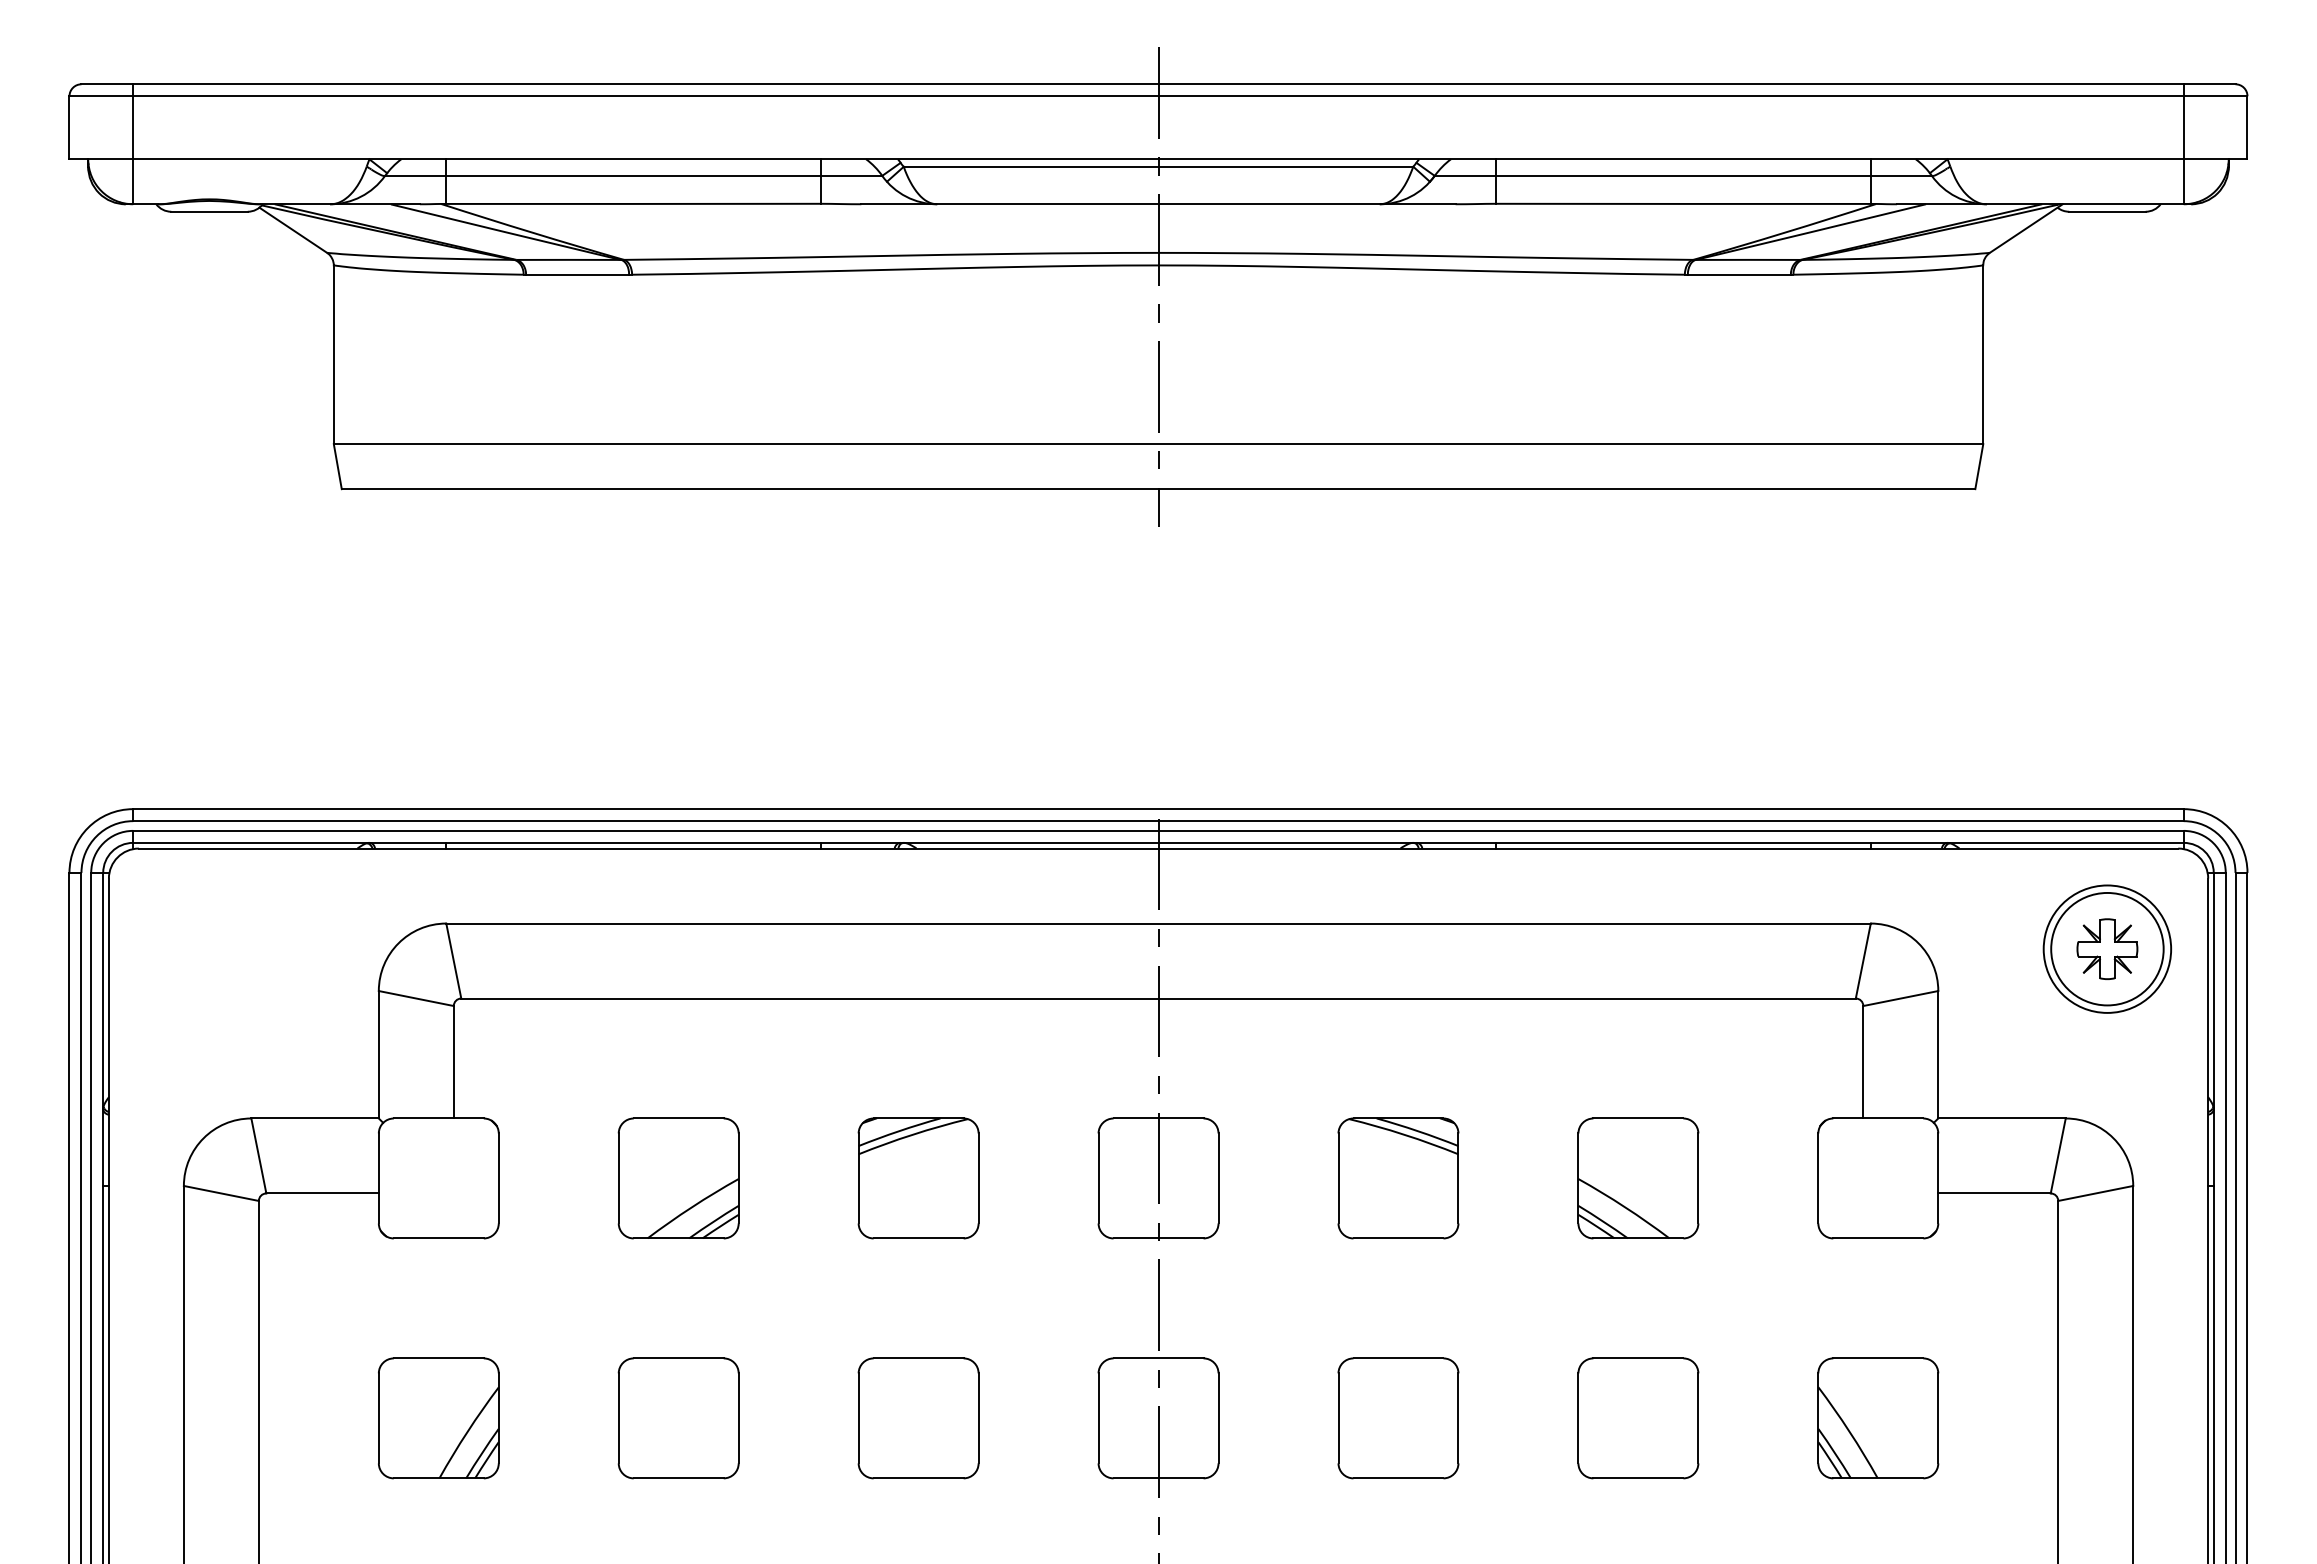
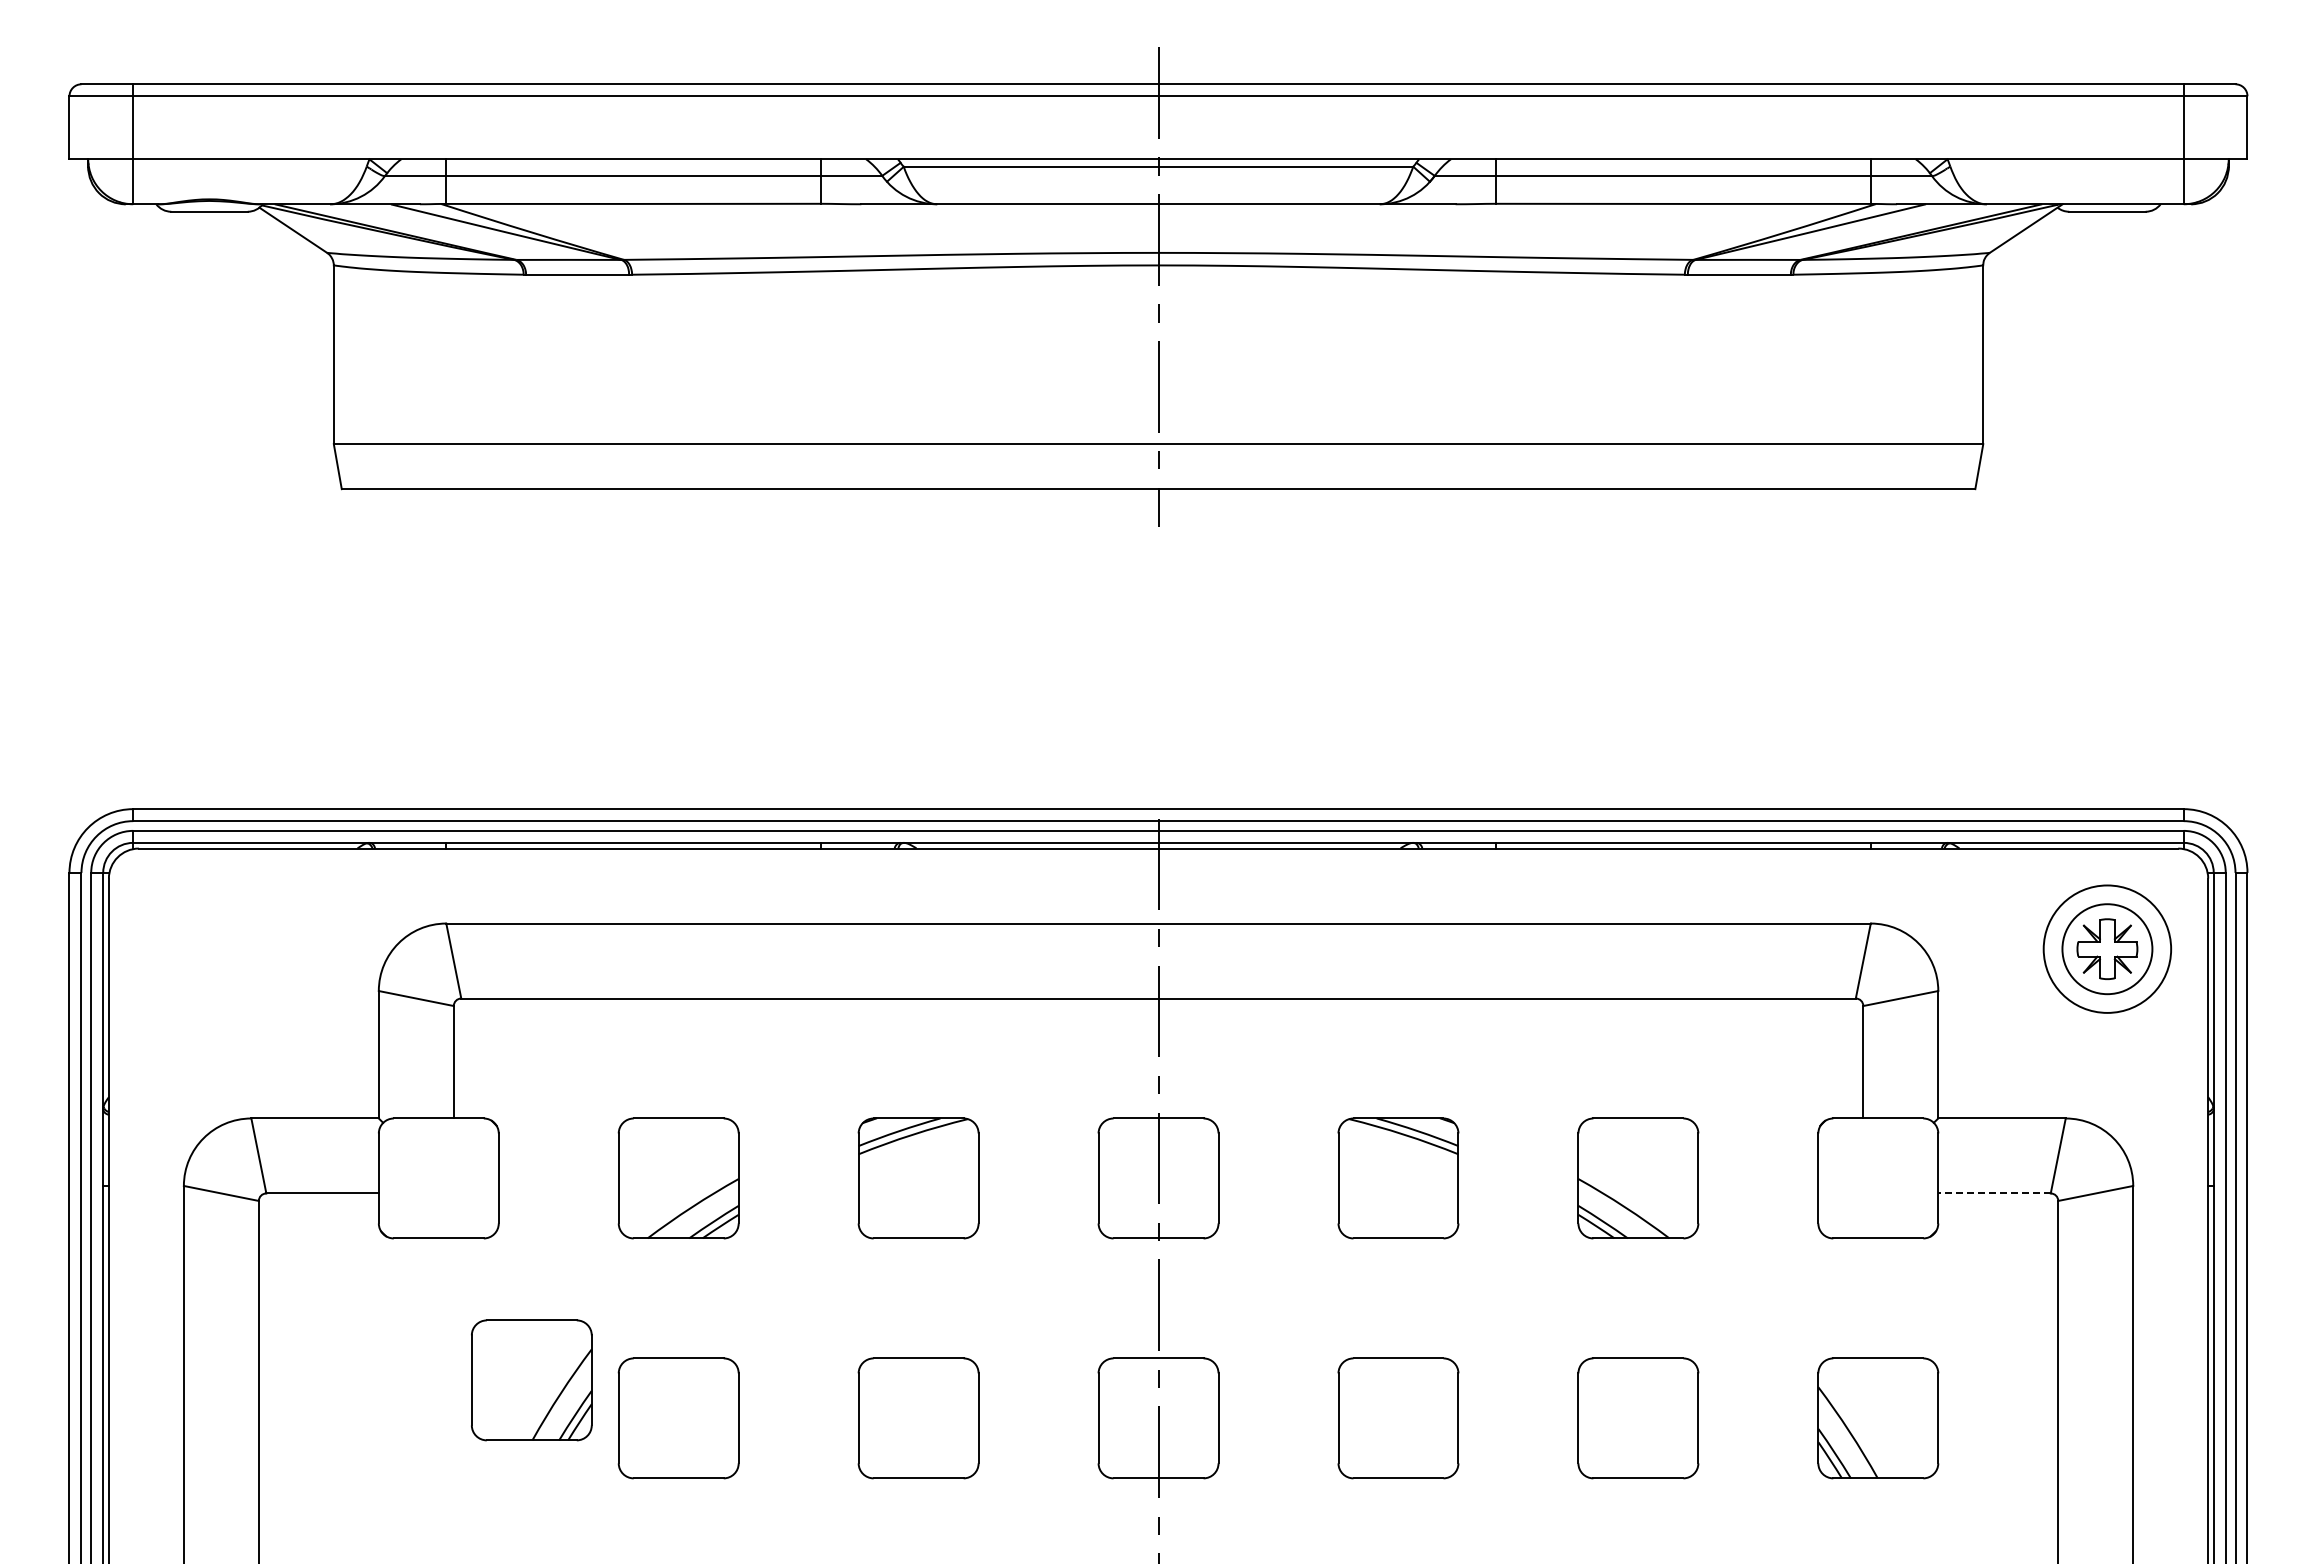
circle at (2107, 948) diameter: 112 px -> 90 px
line at (1994, 1193): solid -> dashed
part at (438, 1418) position: (438, 1418) -> (531, 1380)
